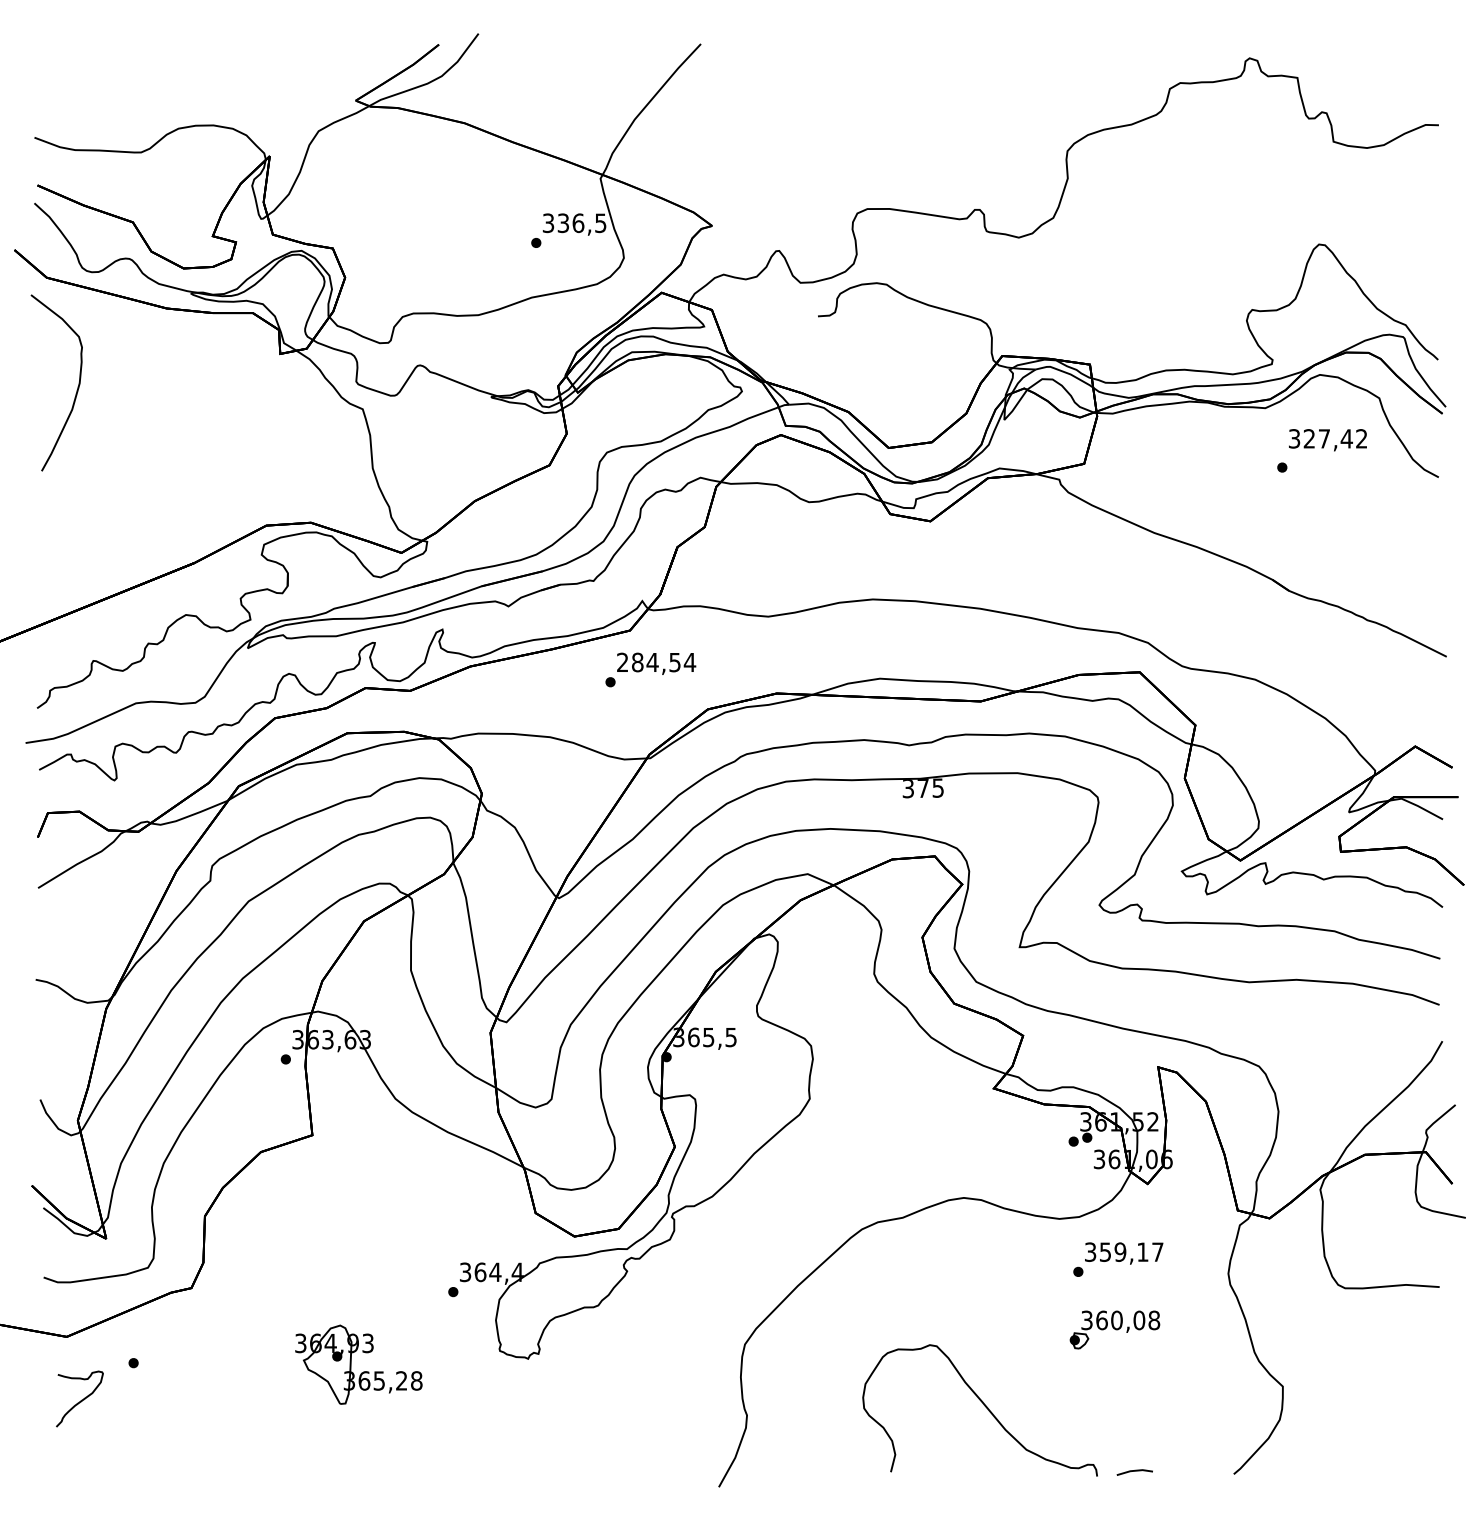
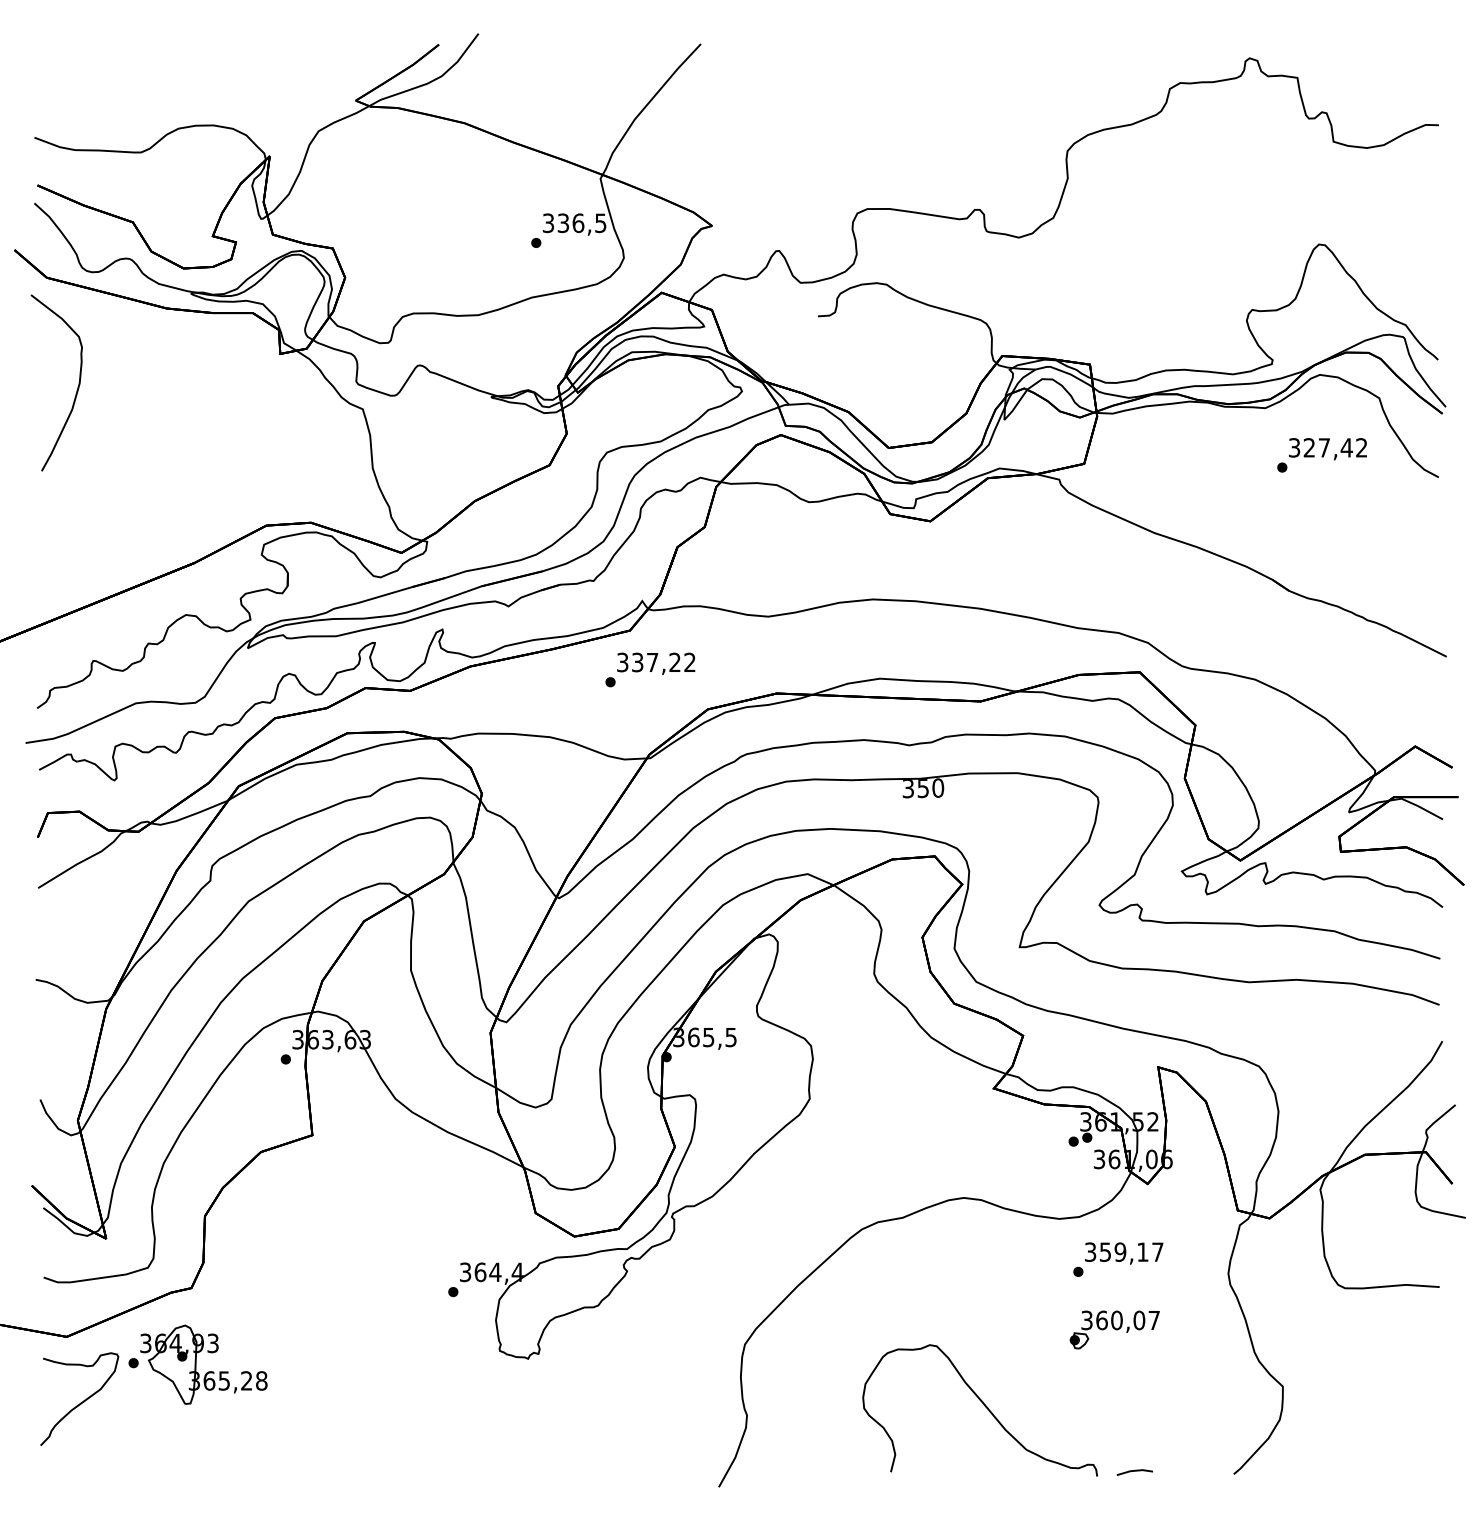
text at (1327, 440) position: (1327, 440) -> (1327, 449)
text at (656, 662): 284,54 -> 337,22
text at (930, 788): 375 -> 350
text at (1154, 1320): 360,08 -> 360,07
part at (351, 1364) position: (351, 1364) -> (196, 1364)
part at (79, 1398) size: 48x58 px -> 80x94 px
